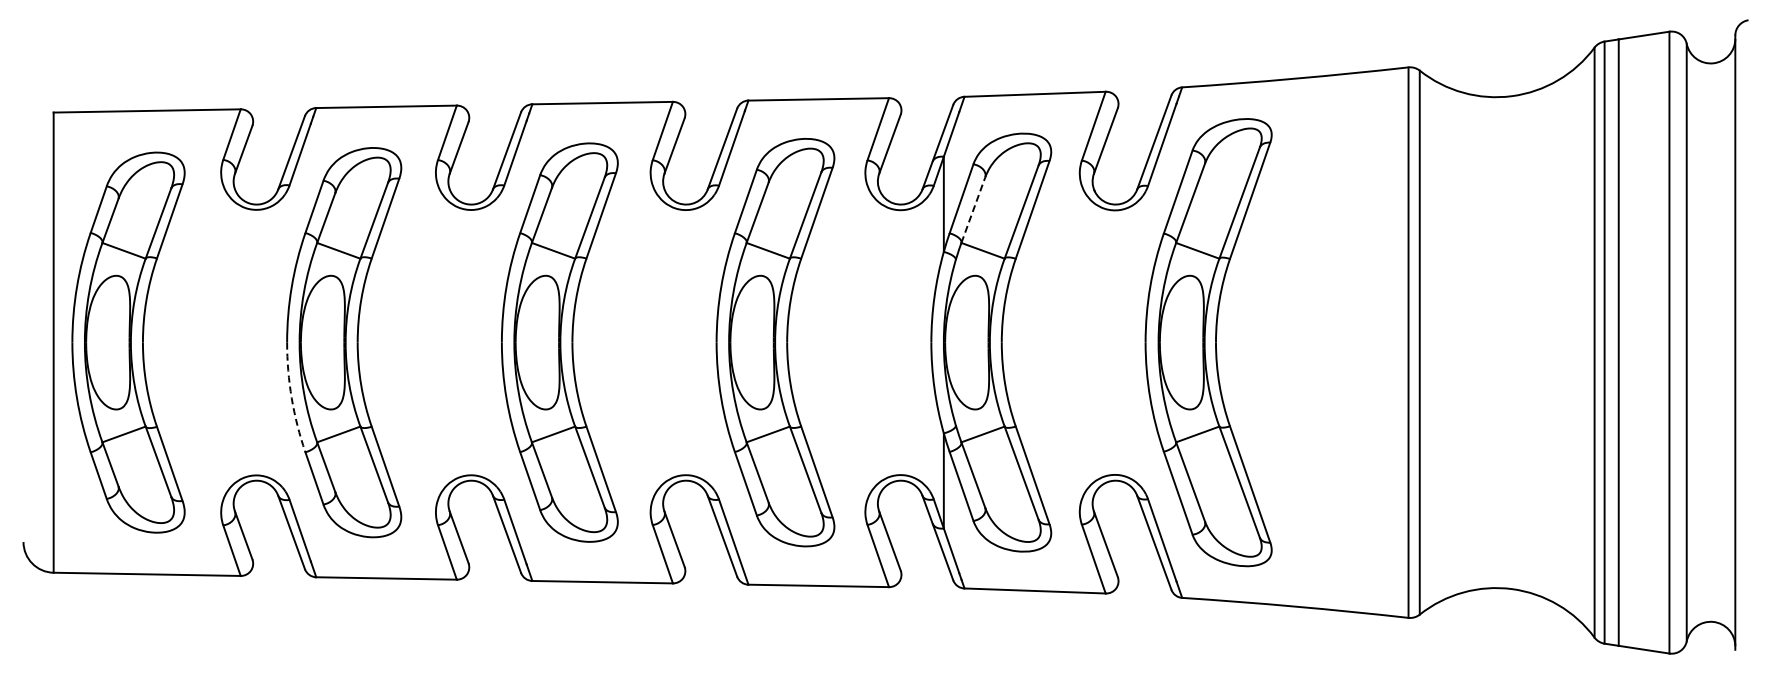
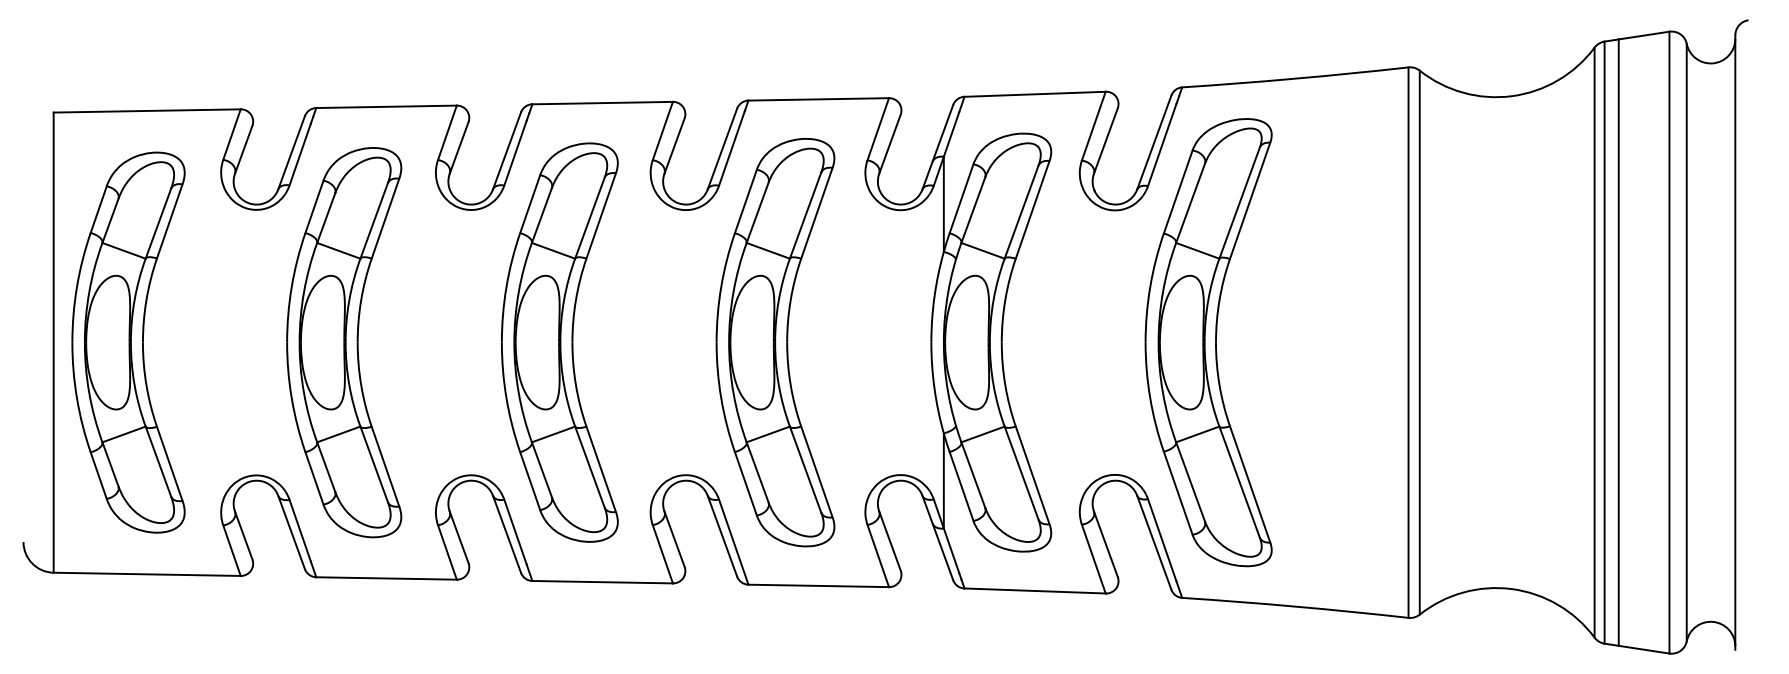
line at (973, 210): dashed -> solid
arc at (291, 398): dashed -> solid
